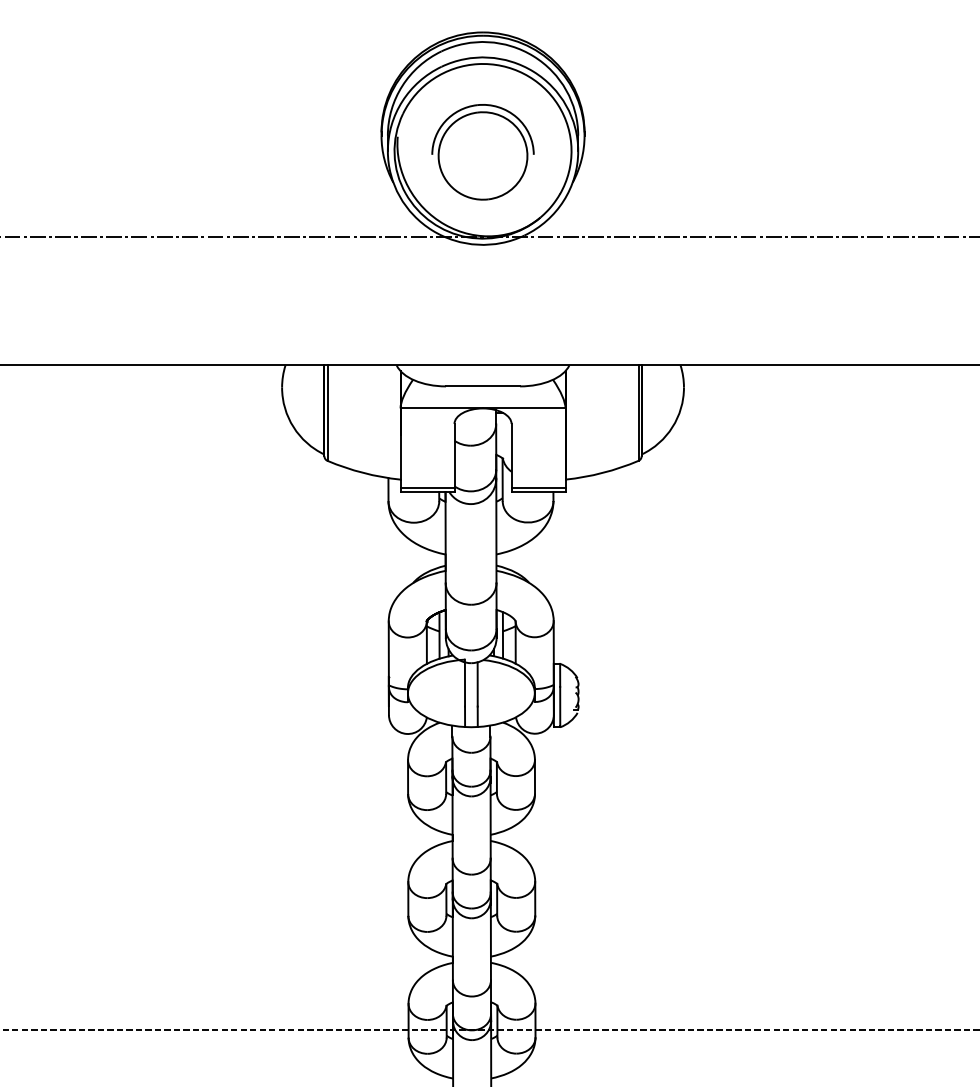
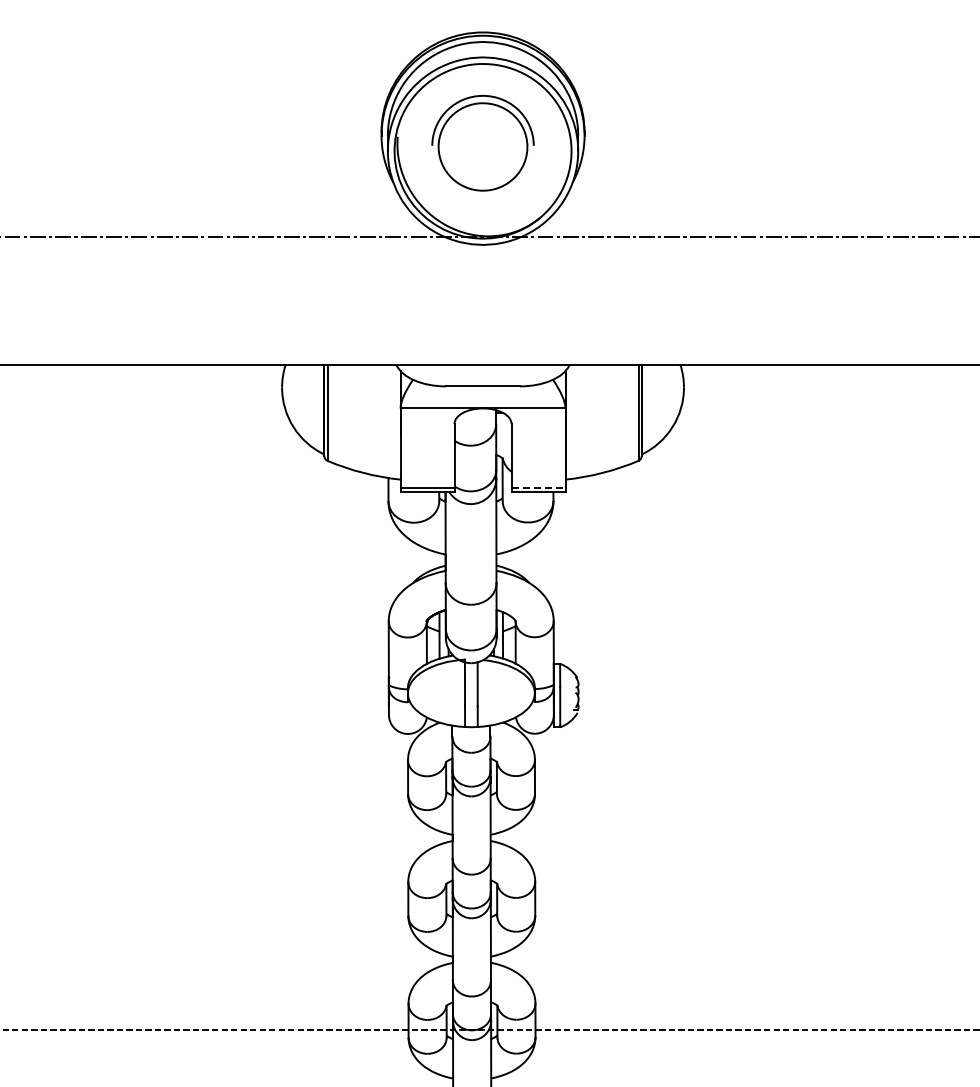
part at (482, 152) position: (482, 152) -> (482, 143)
line at (538, 487): solid -> dashed
